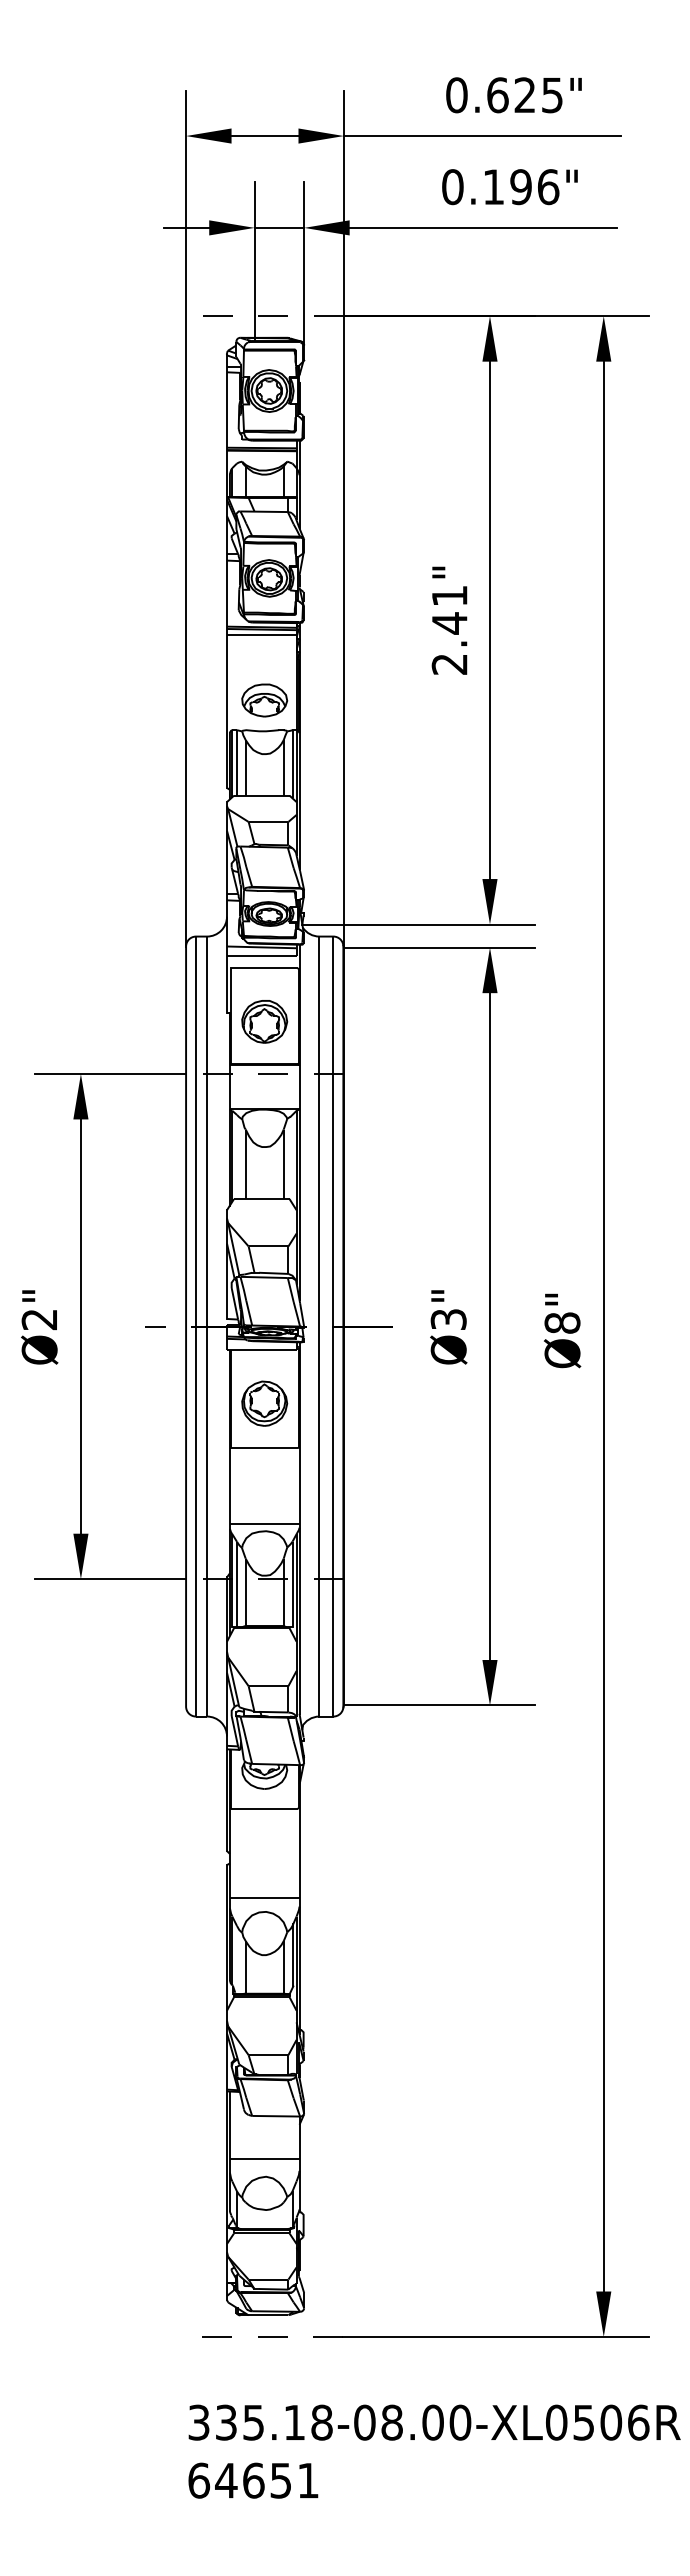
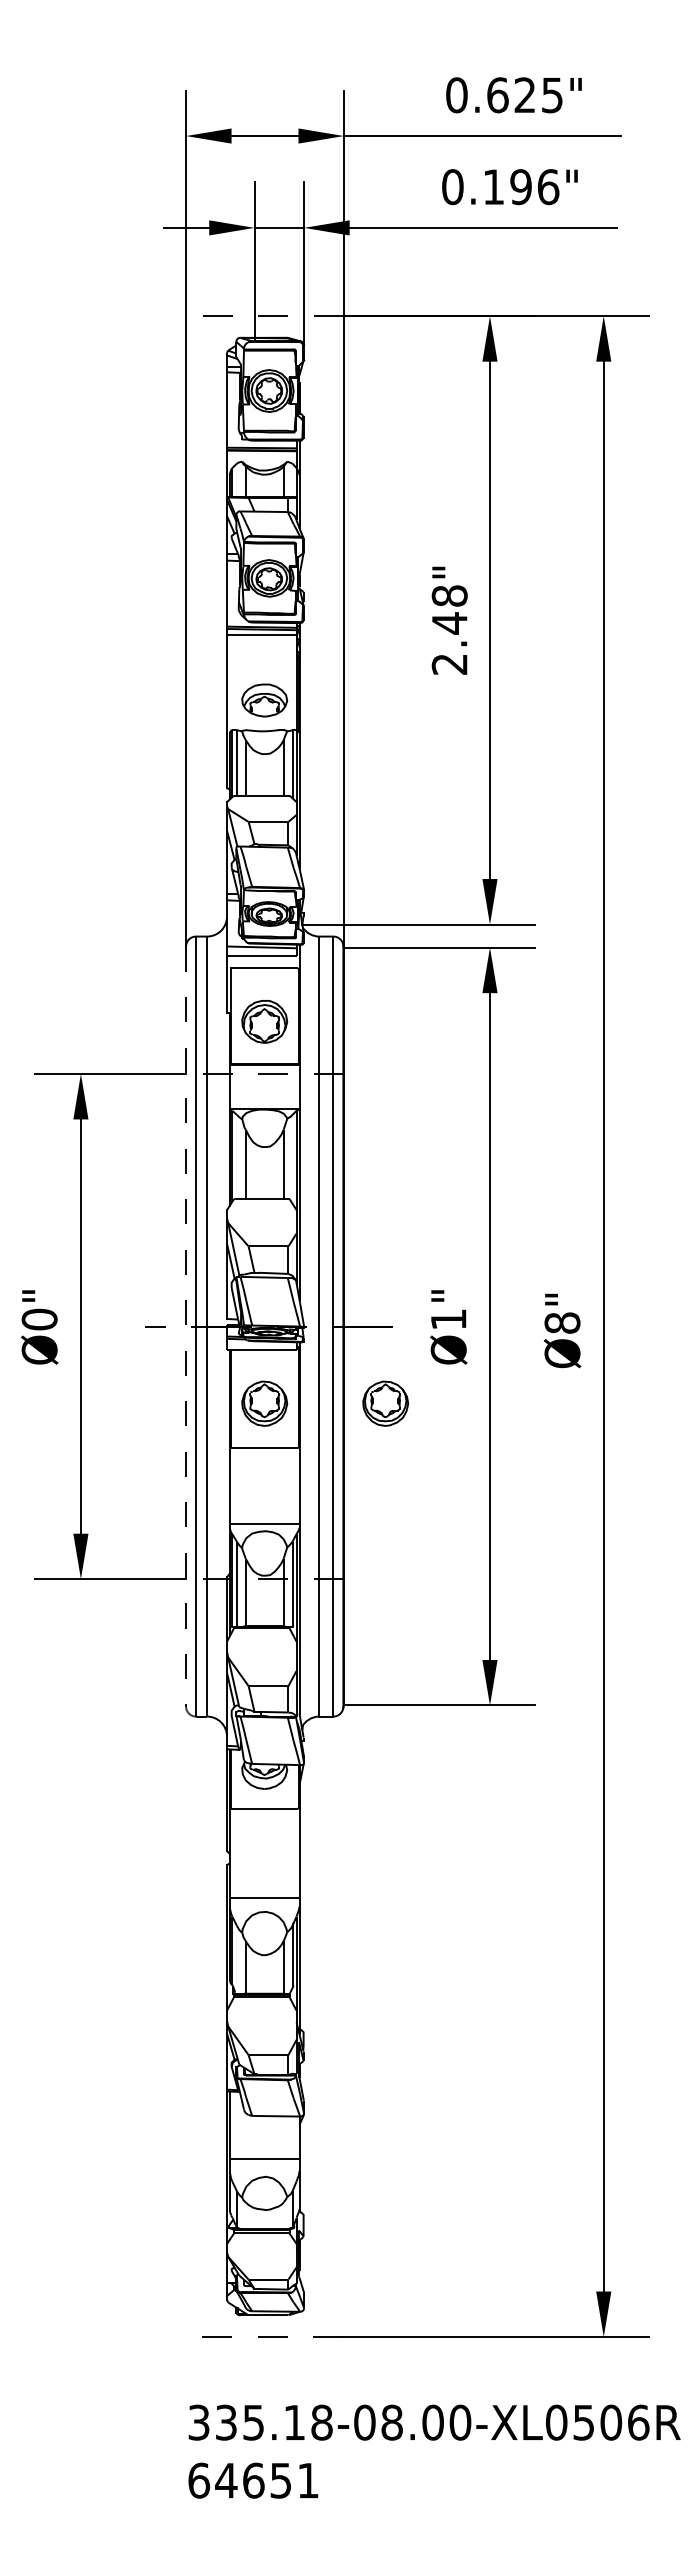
text at (449, 595): 2.41" -> 2.48"
text at (39, 1319): Ø2" -> Ø0"
text at (448, 1319): Ø3" -> Ø1"
line at (186, 1339): solid -> dashed
part at (385, 1403): none -> present
